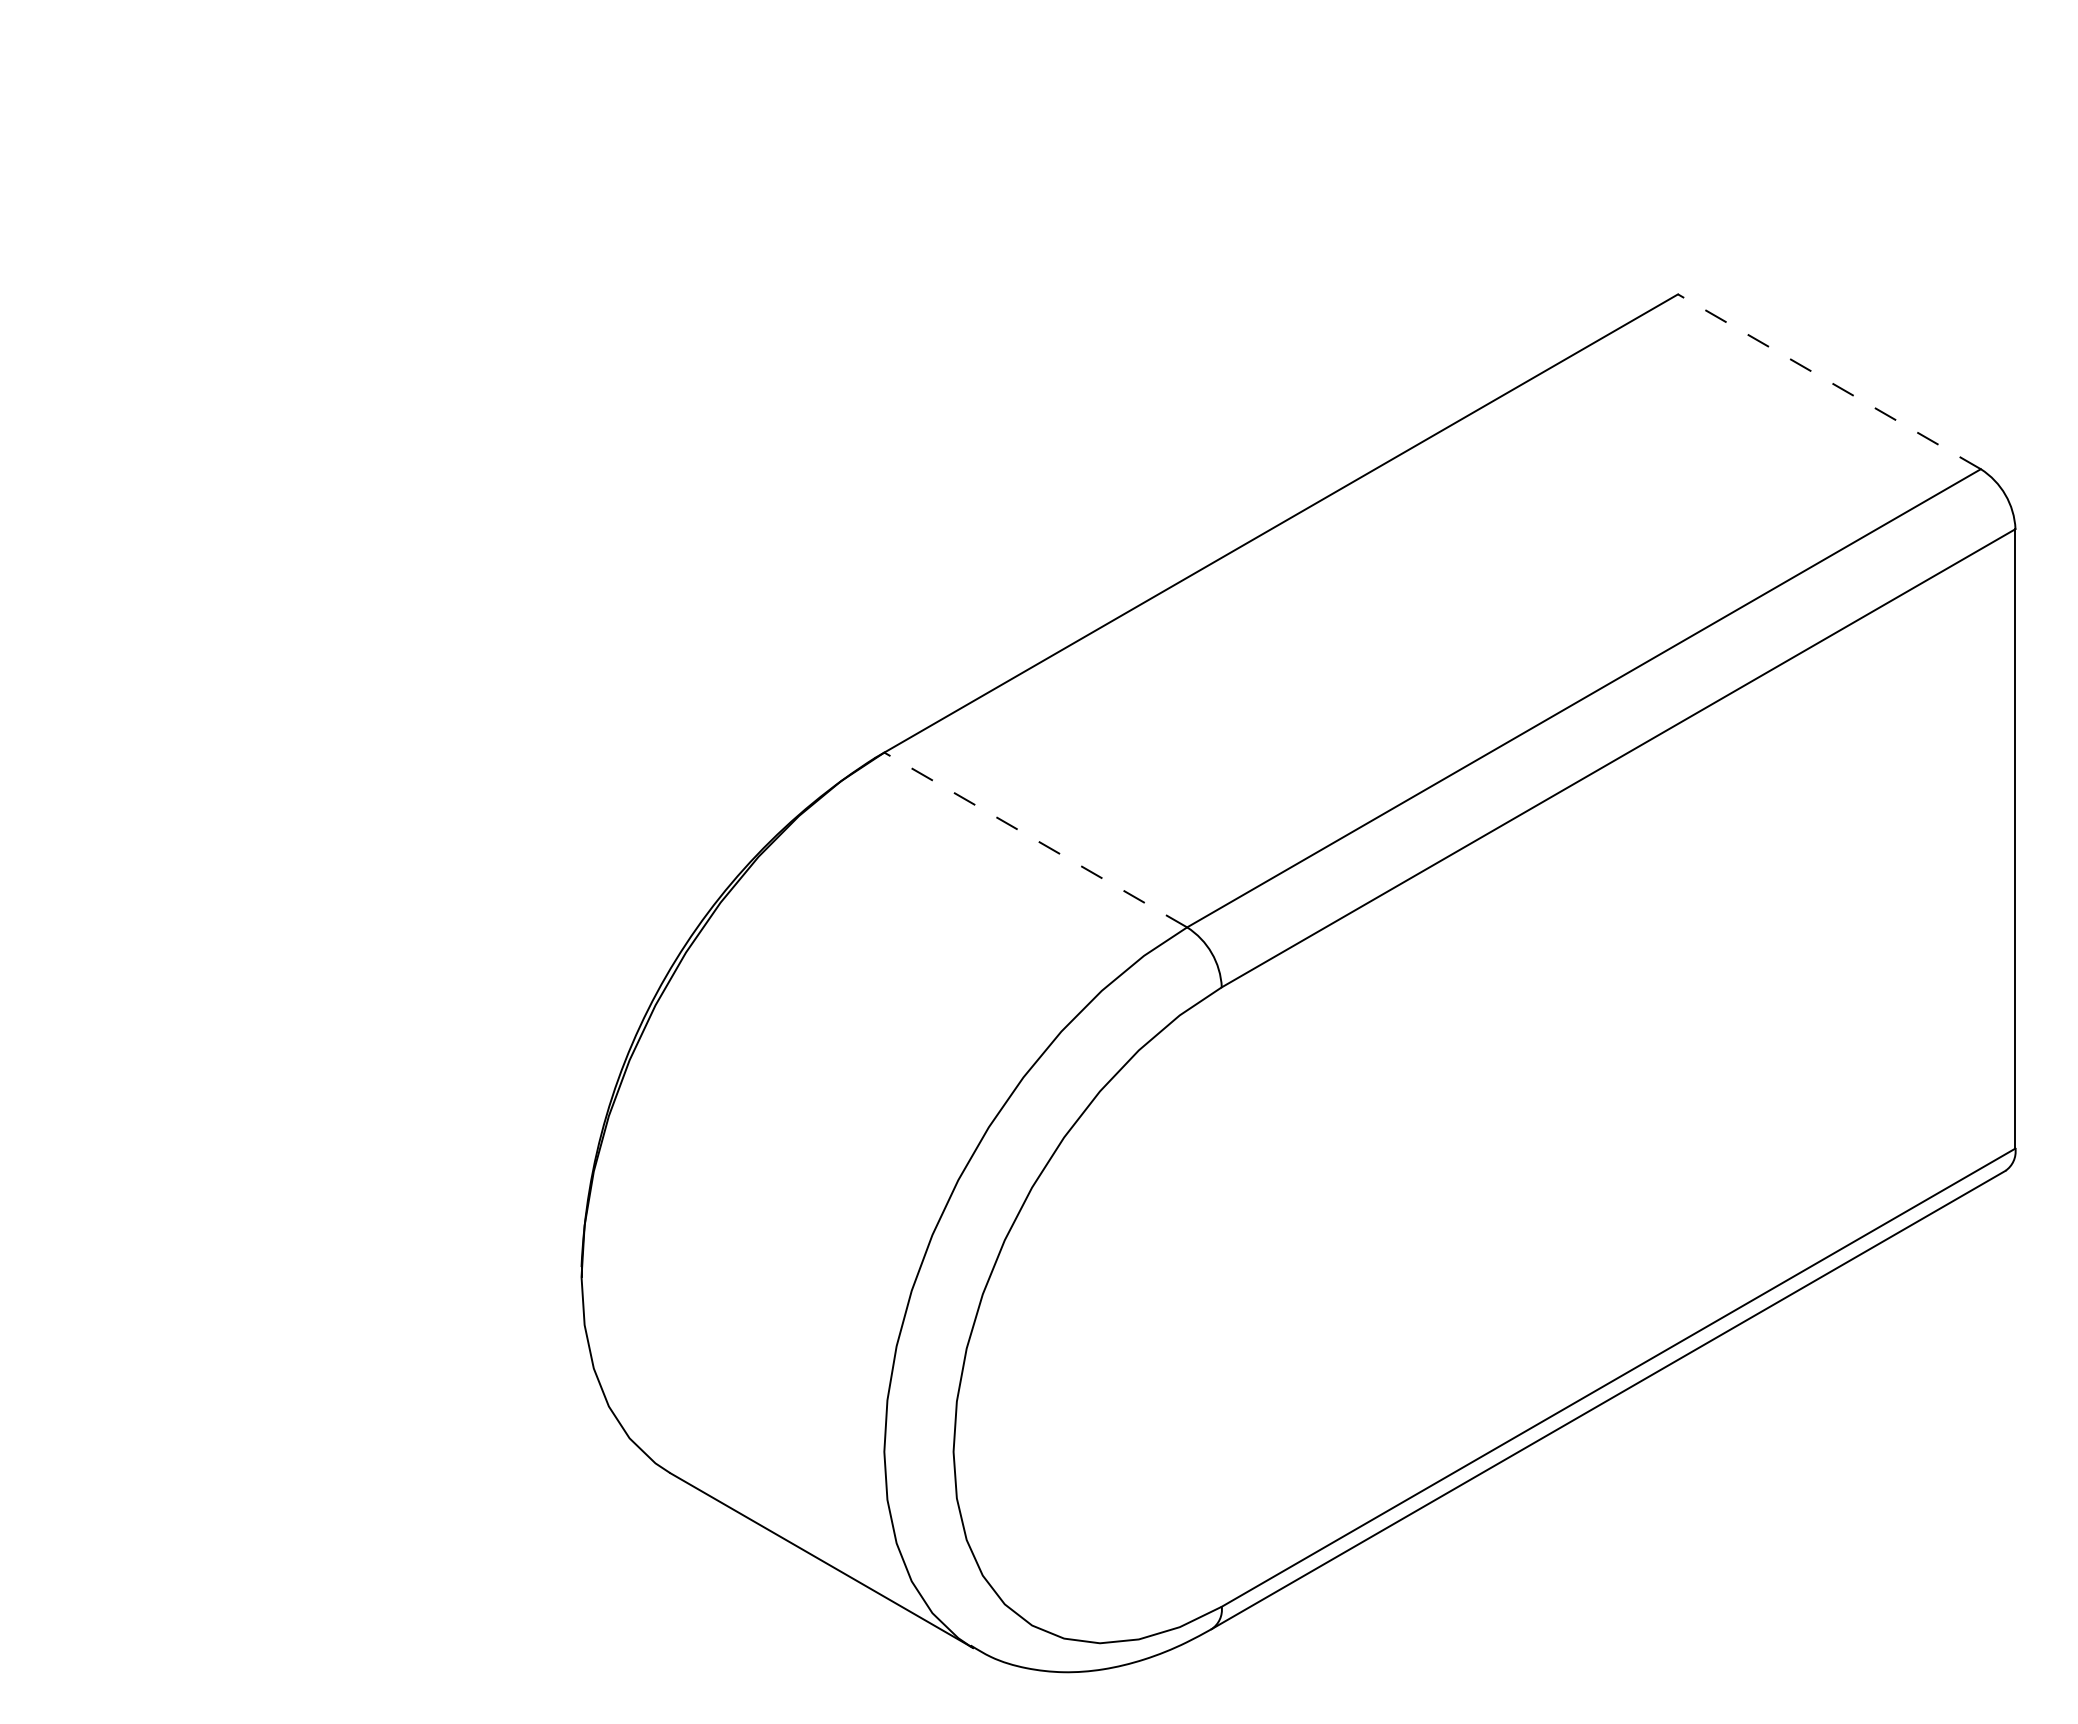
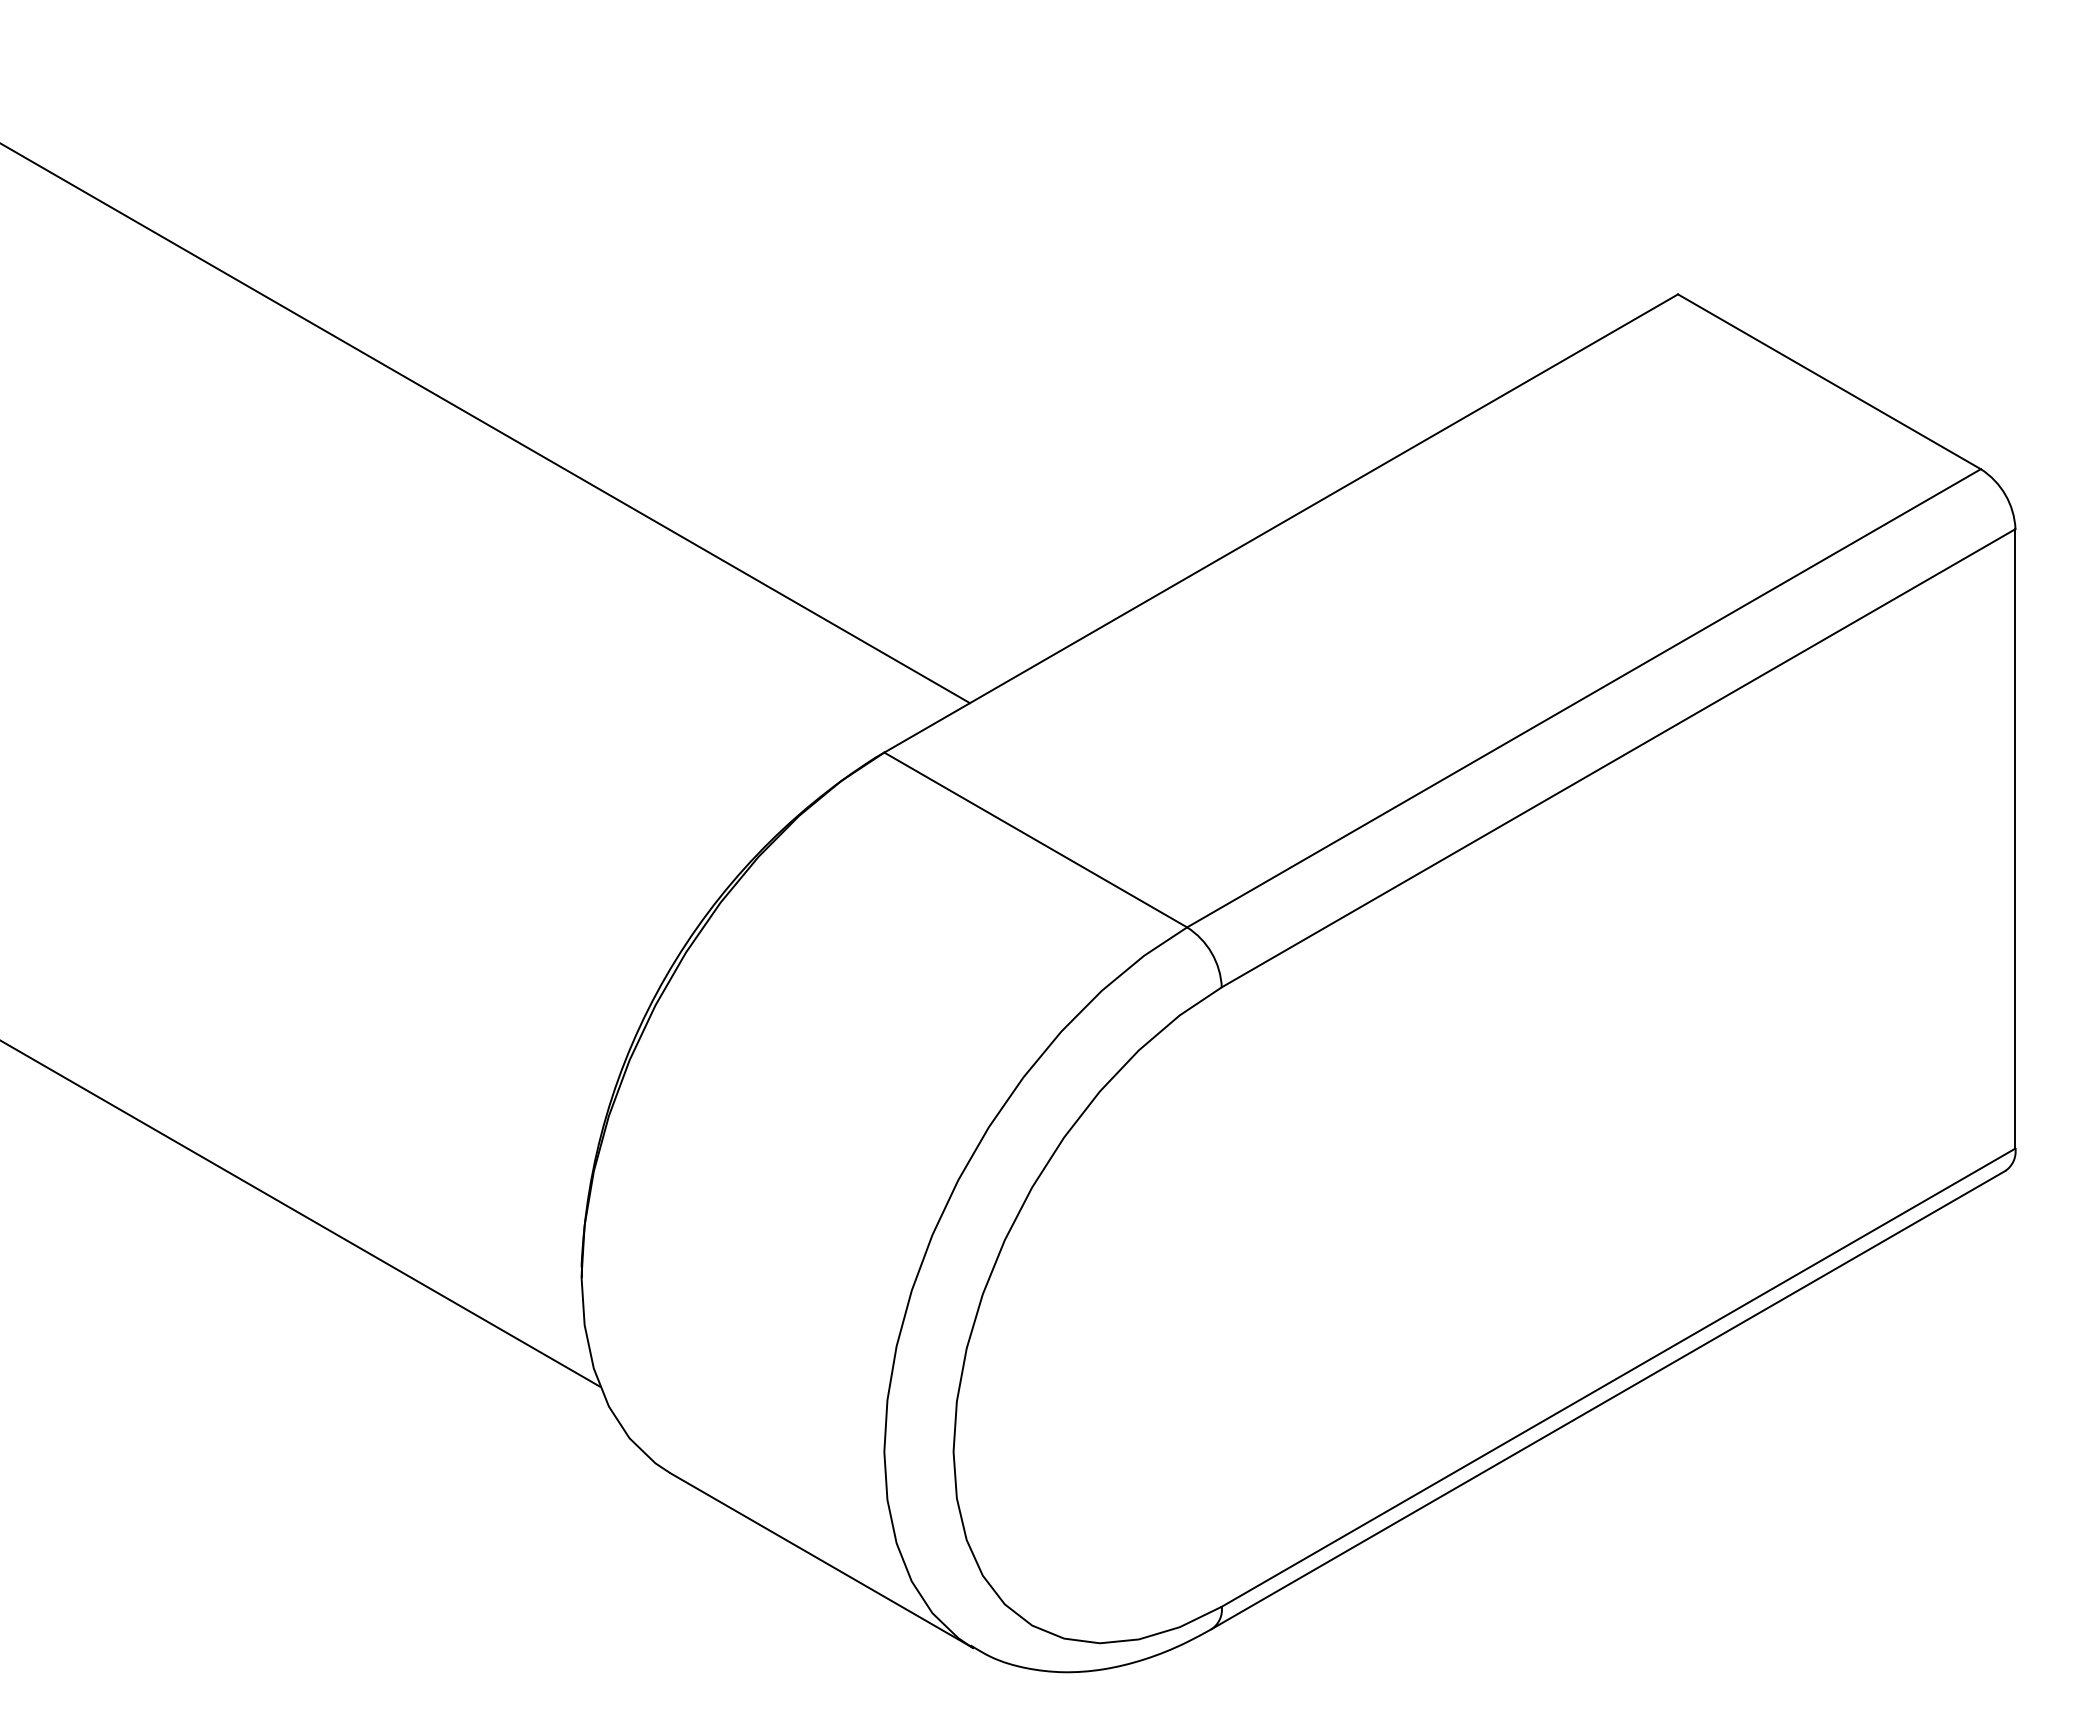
line at (1829, 381): dashed -> solid
line at (485, 423): none -> present
line at (1035, 839): dashed -> solid
line at (301, 1213): none -> present
